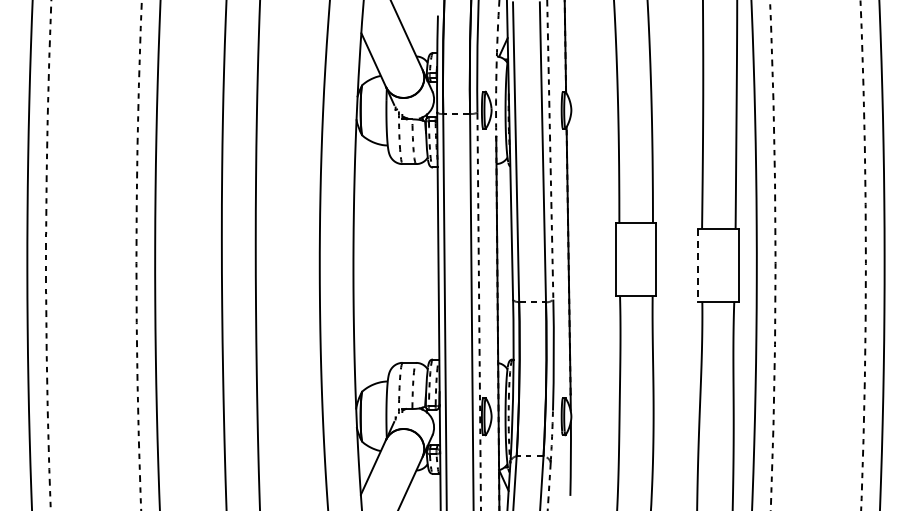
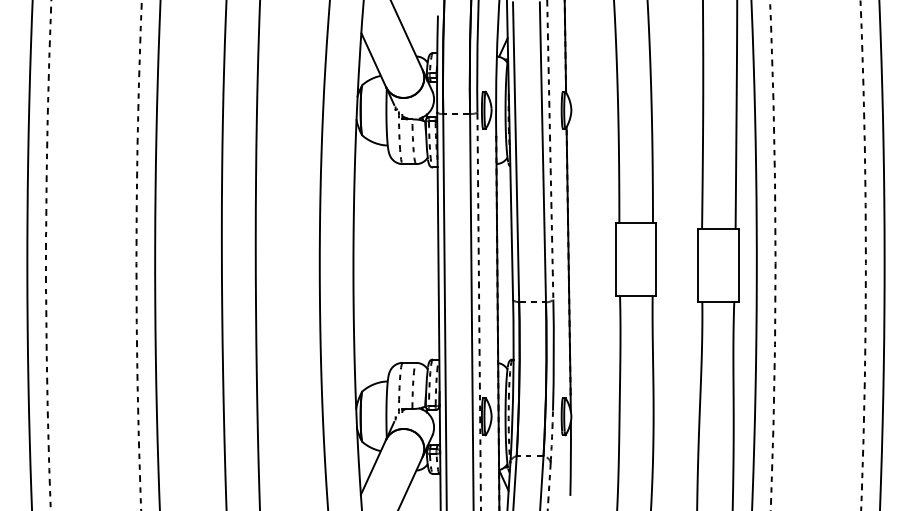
arc at (496, 67): dashed -> solid
line at (698, 265): dashed -> solid
